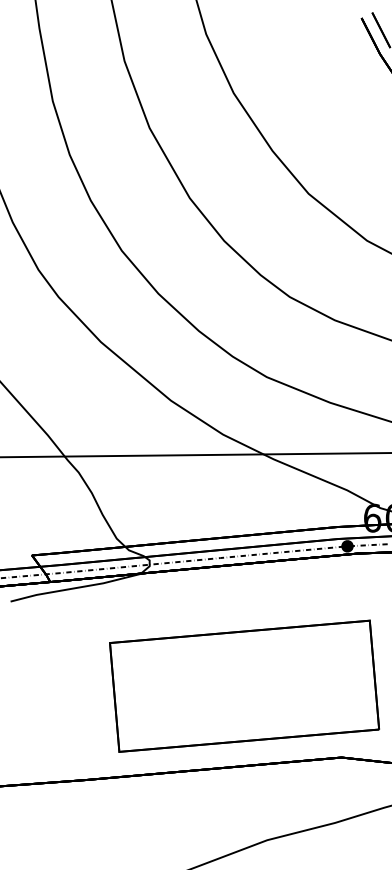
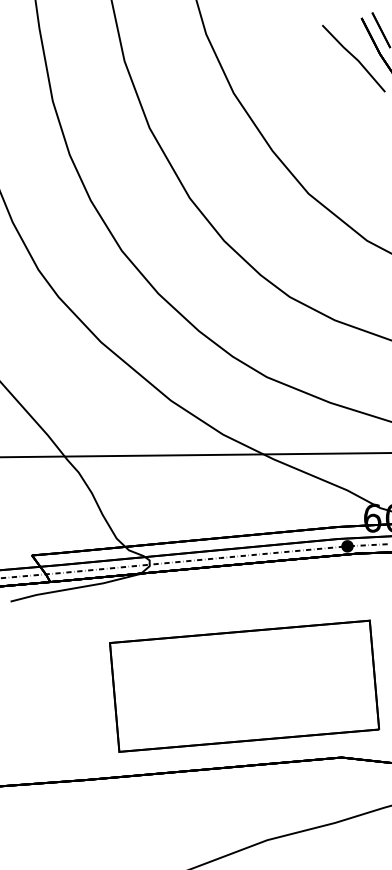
line at (353, 57): none -> present
